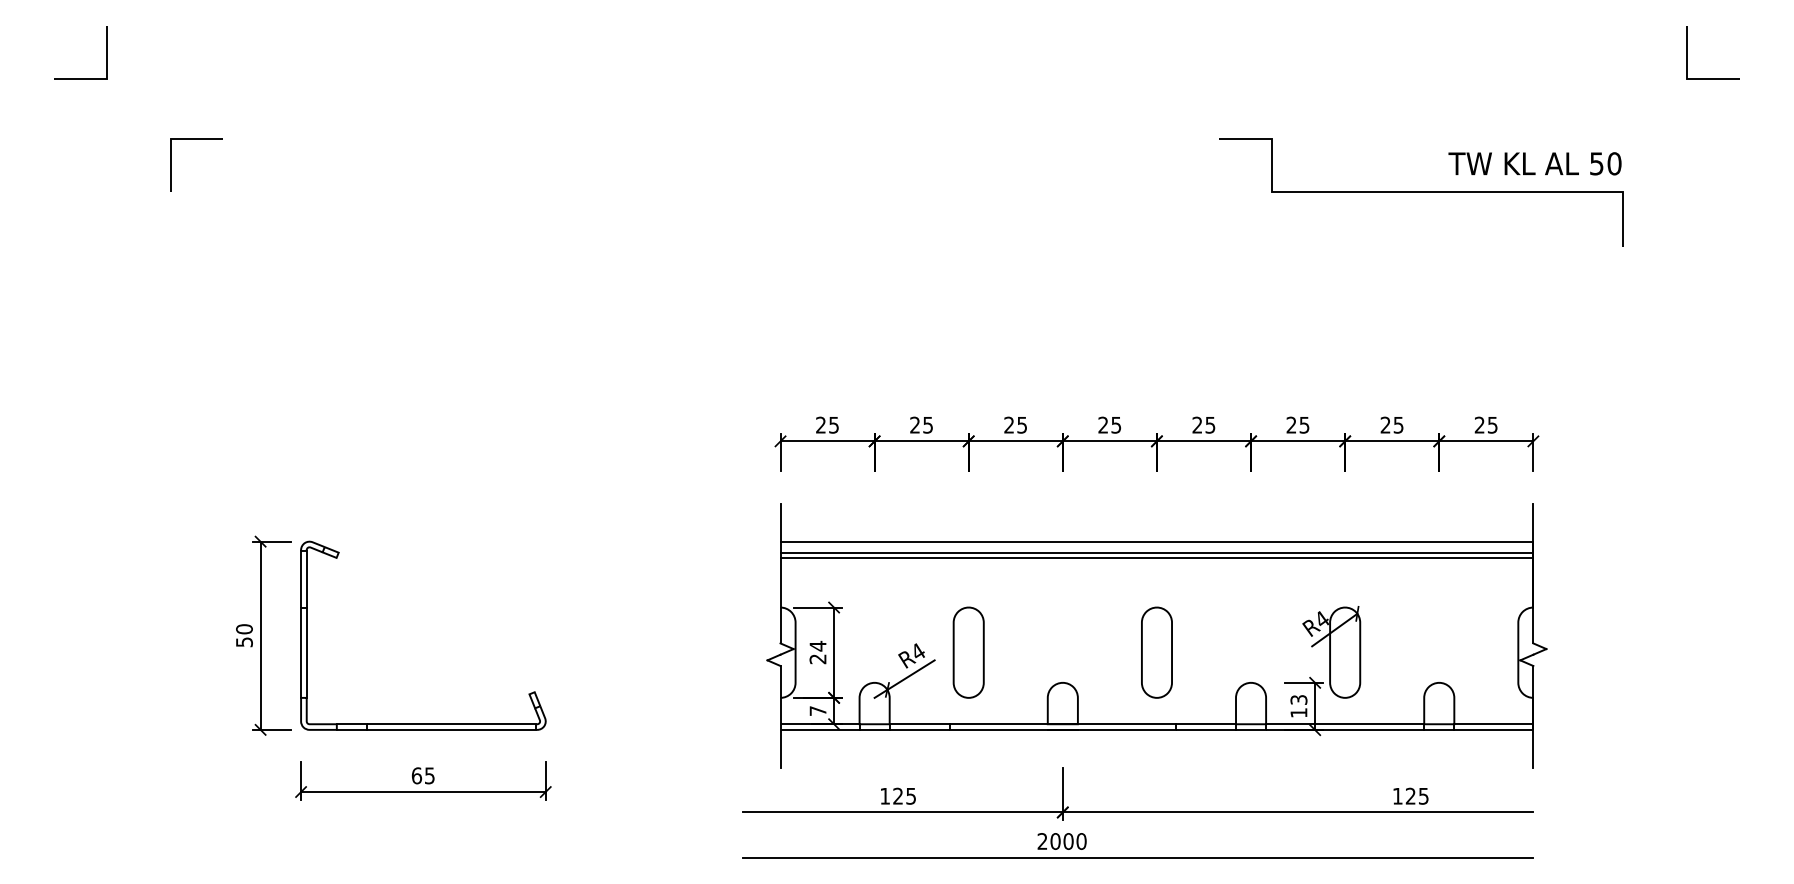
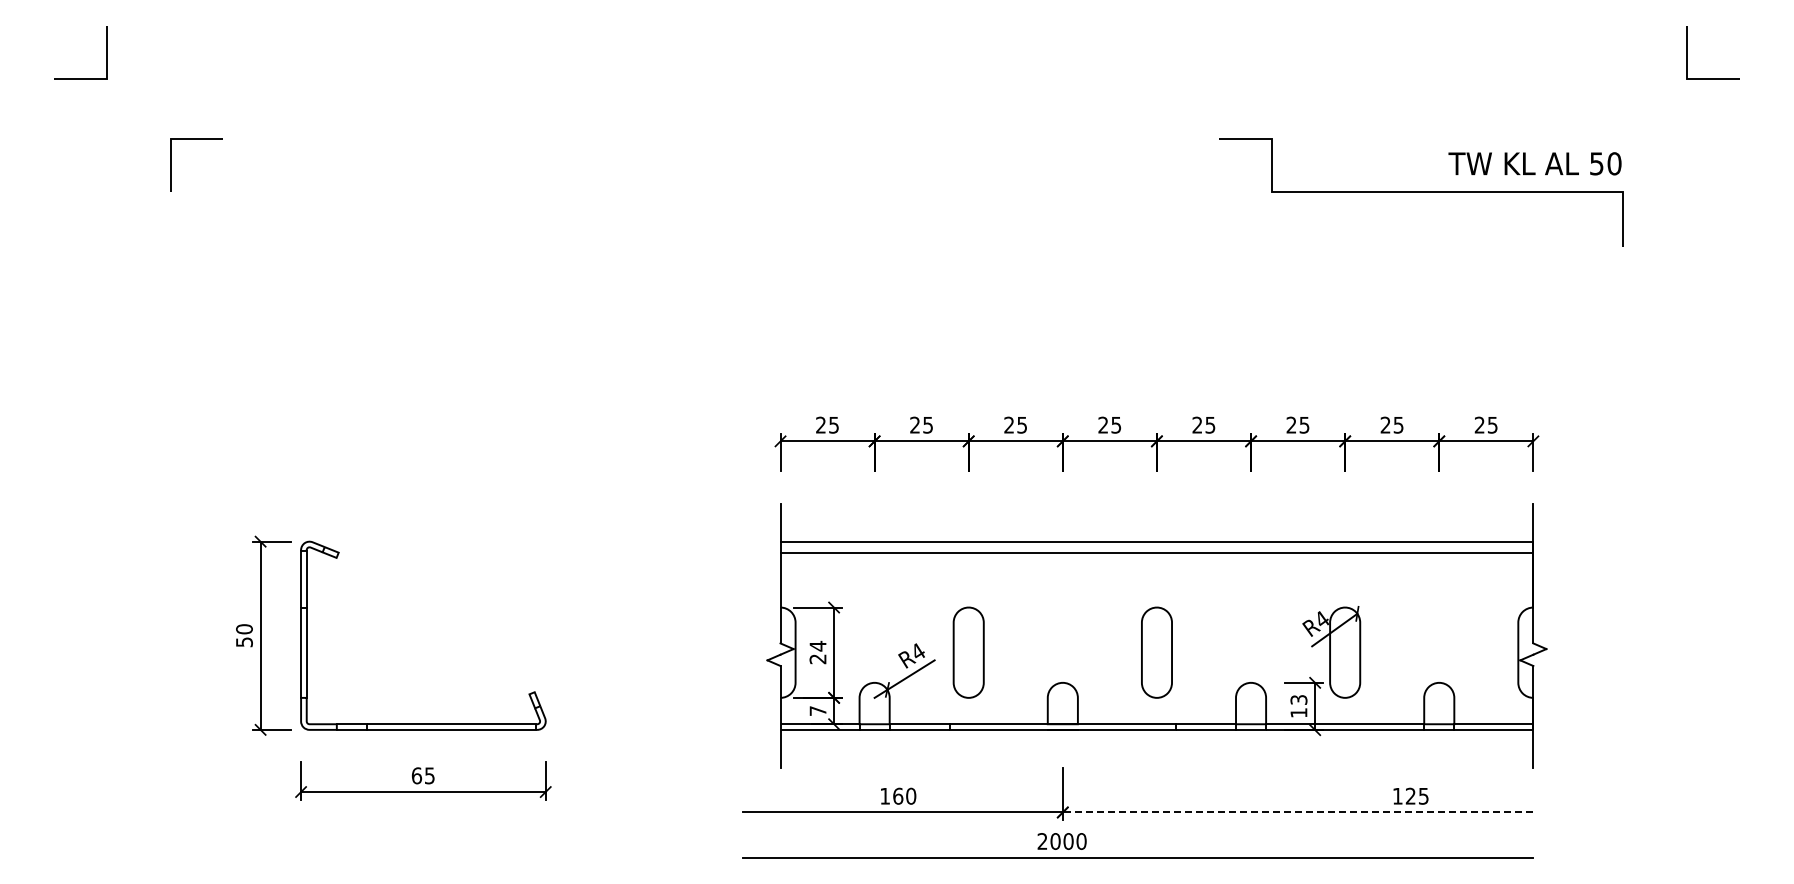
line at (1156, 557): present -> none
text at (904, 795): 125 -> 160
line at (1297, 812): solid -> dashed
